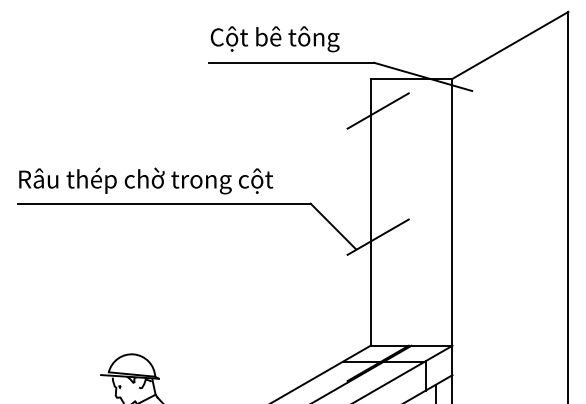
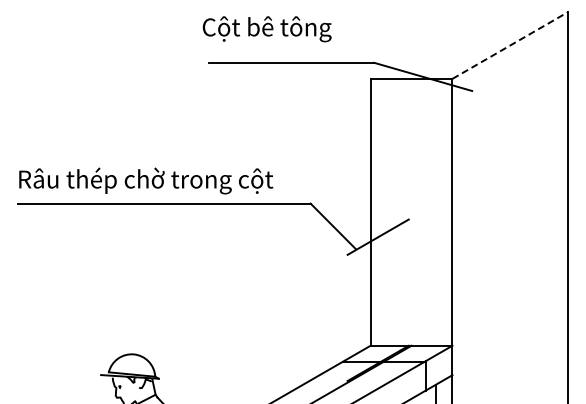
text at (274, 39) position: (274, 39) -> (266, 29)
line at (510, 45): solid -> dashed
line at (377, 110): present -> none
